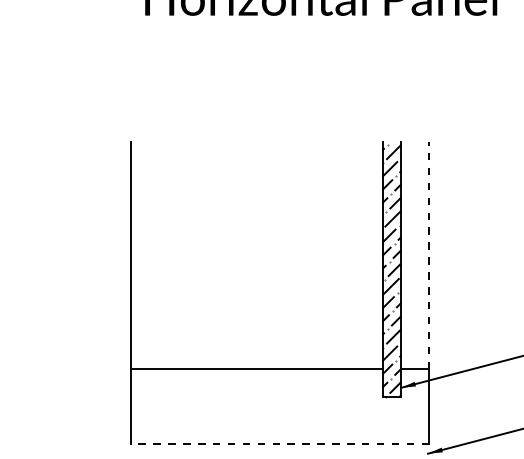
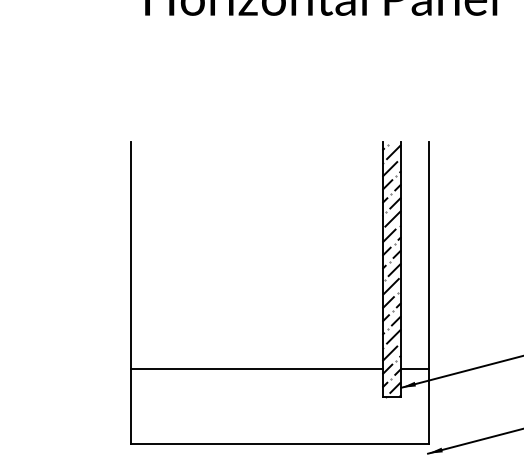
line at (429, 255): dashed -> solid
line at (279, 443): dashed -> solid
